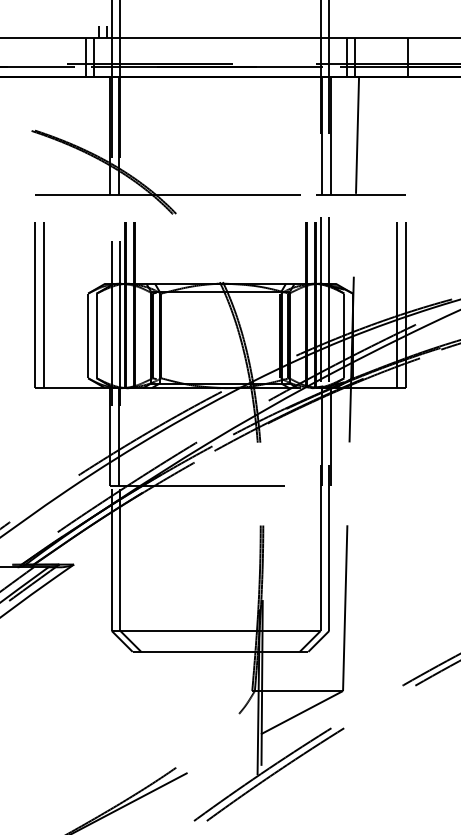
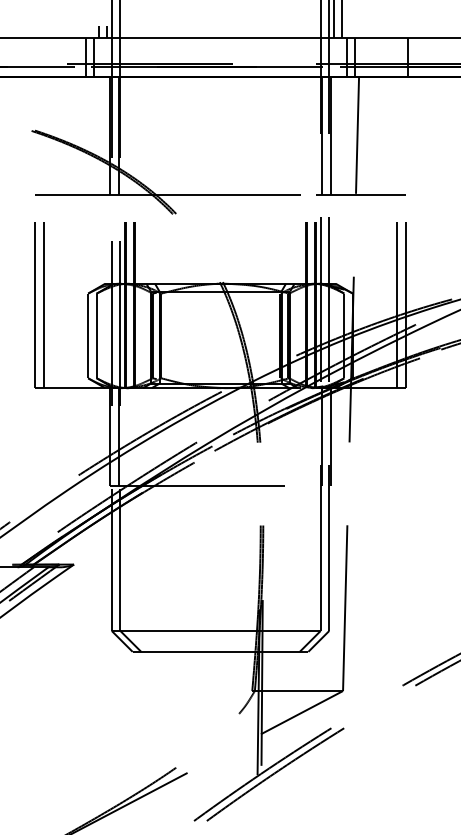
line at (333, 20): none -> present
line at (342, 20): none -> present
